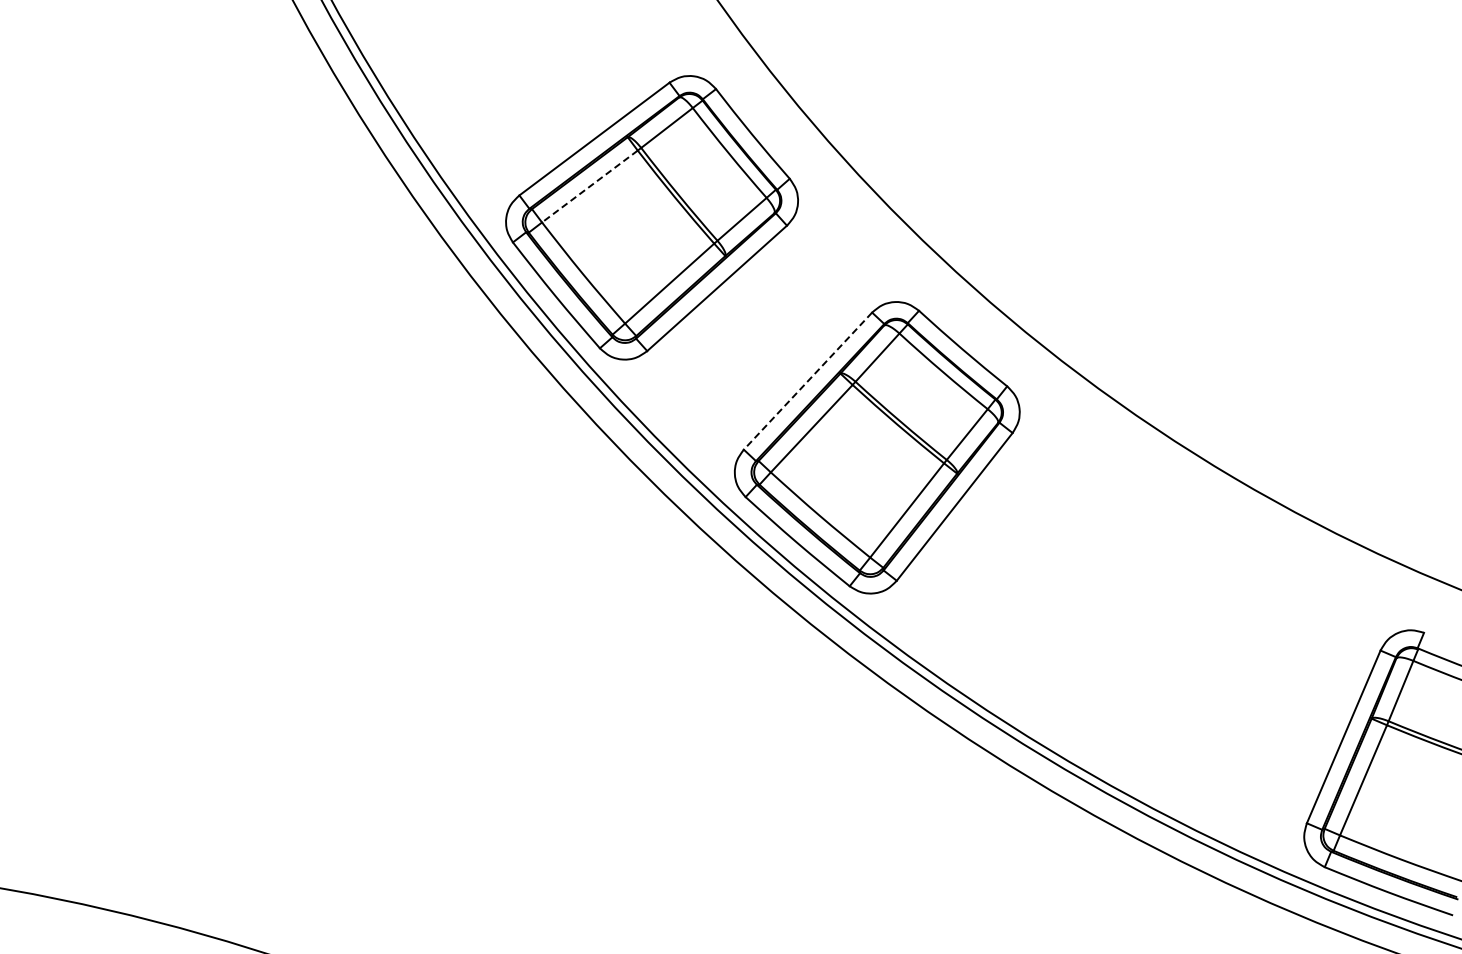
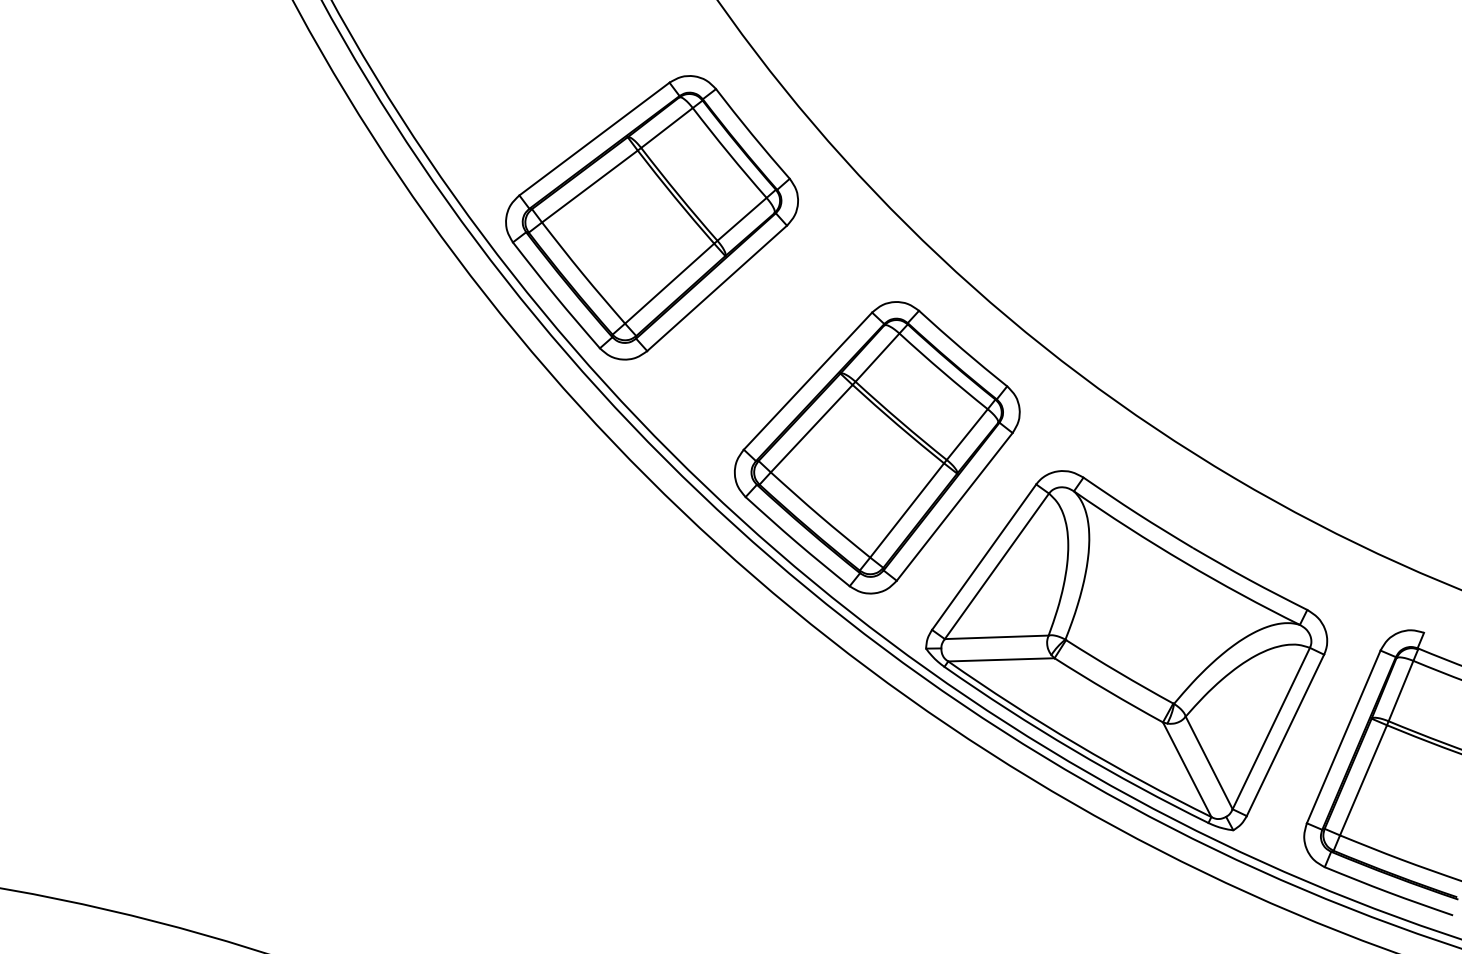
line at (589, 186): dashed -> solid
line at (807, 381): dashed -> solid
part at (1126, 650): none -> present
